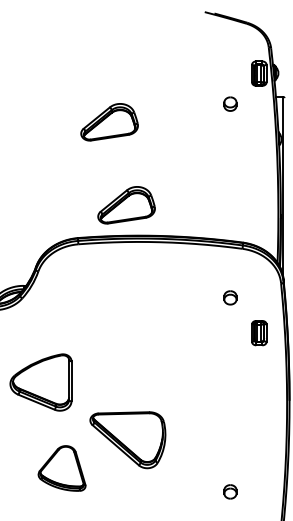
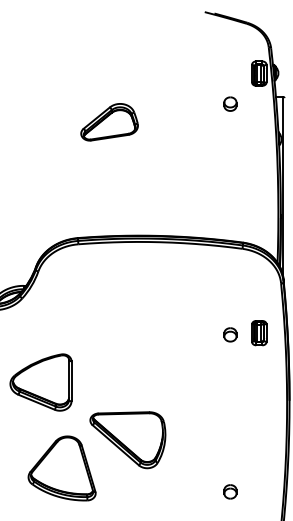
part at (126, 205): present -> none
part at (230, 297) position: (230, 297) -> (230, 334)
part at (61, 468) size: 50x47 px -> 70x67 px
